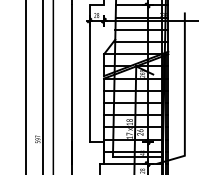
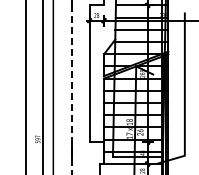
line at (71, 90): solid -> dashed
